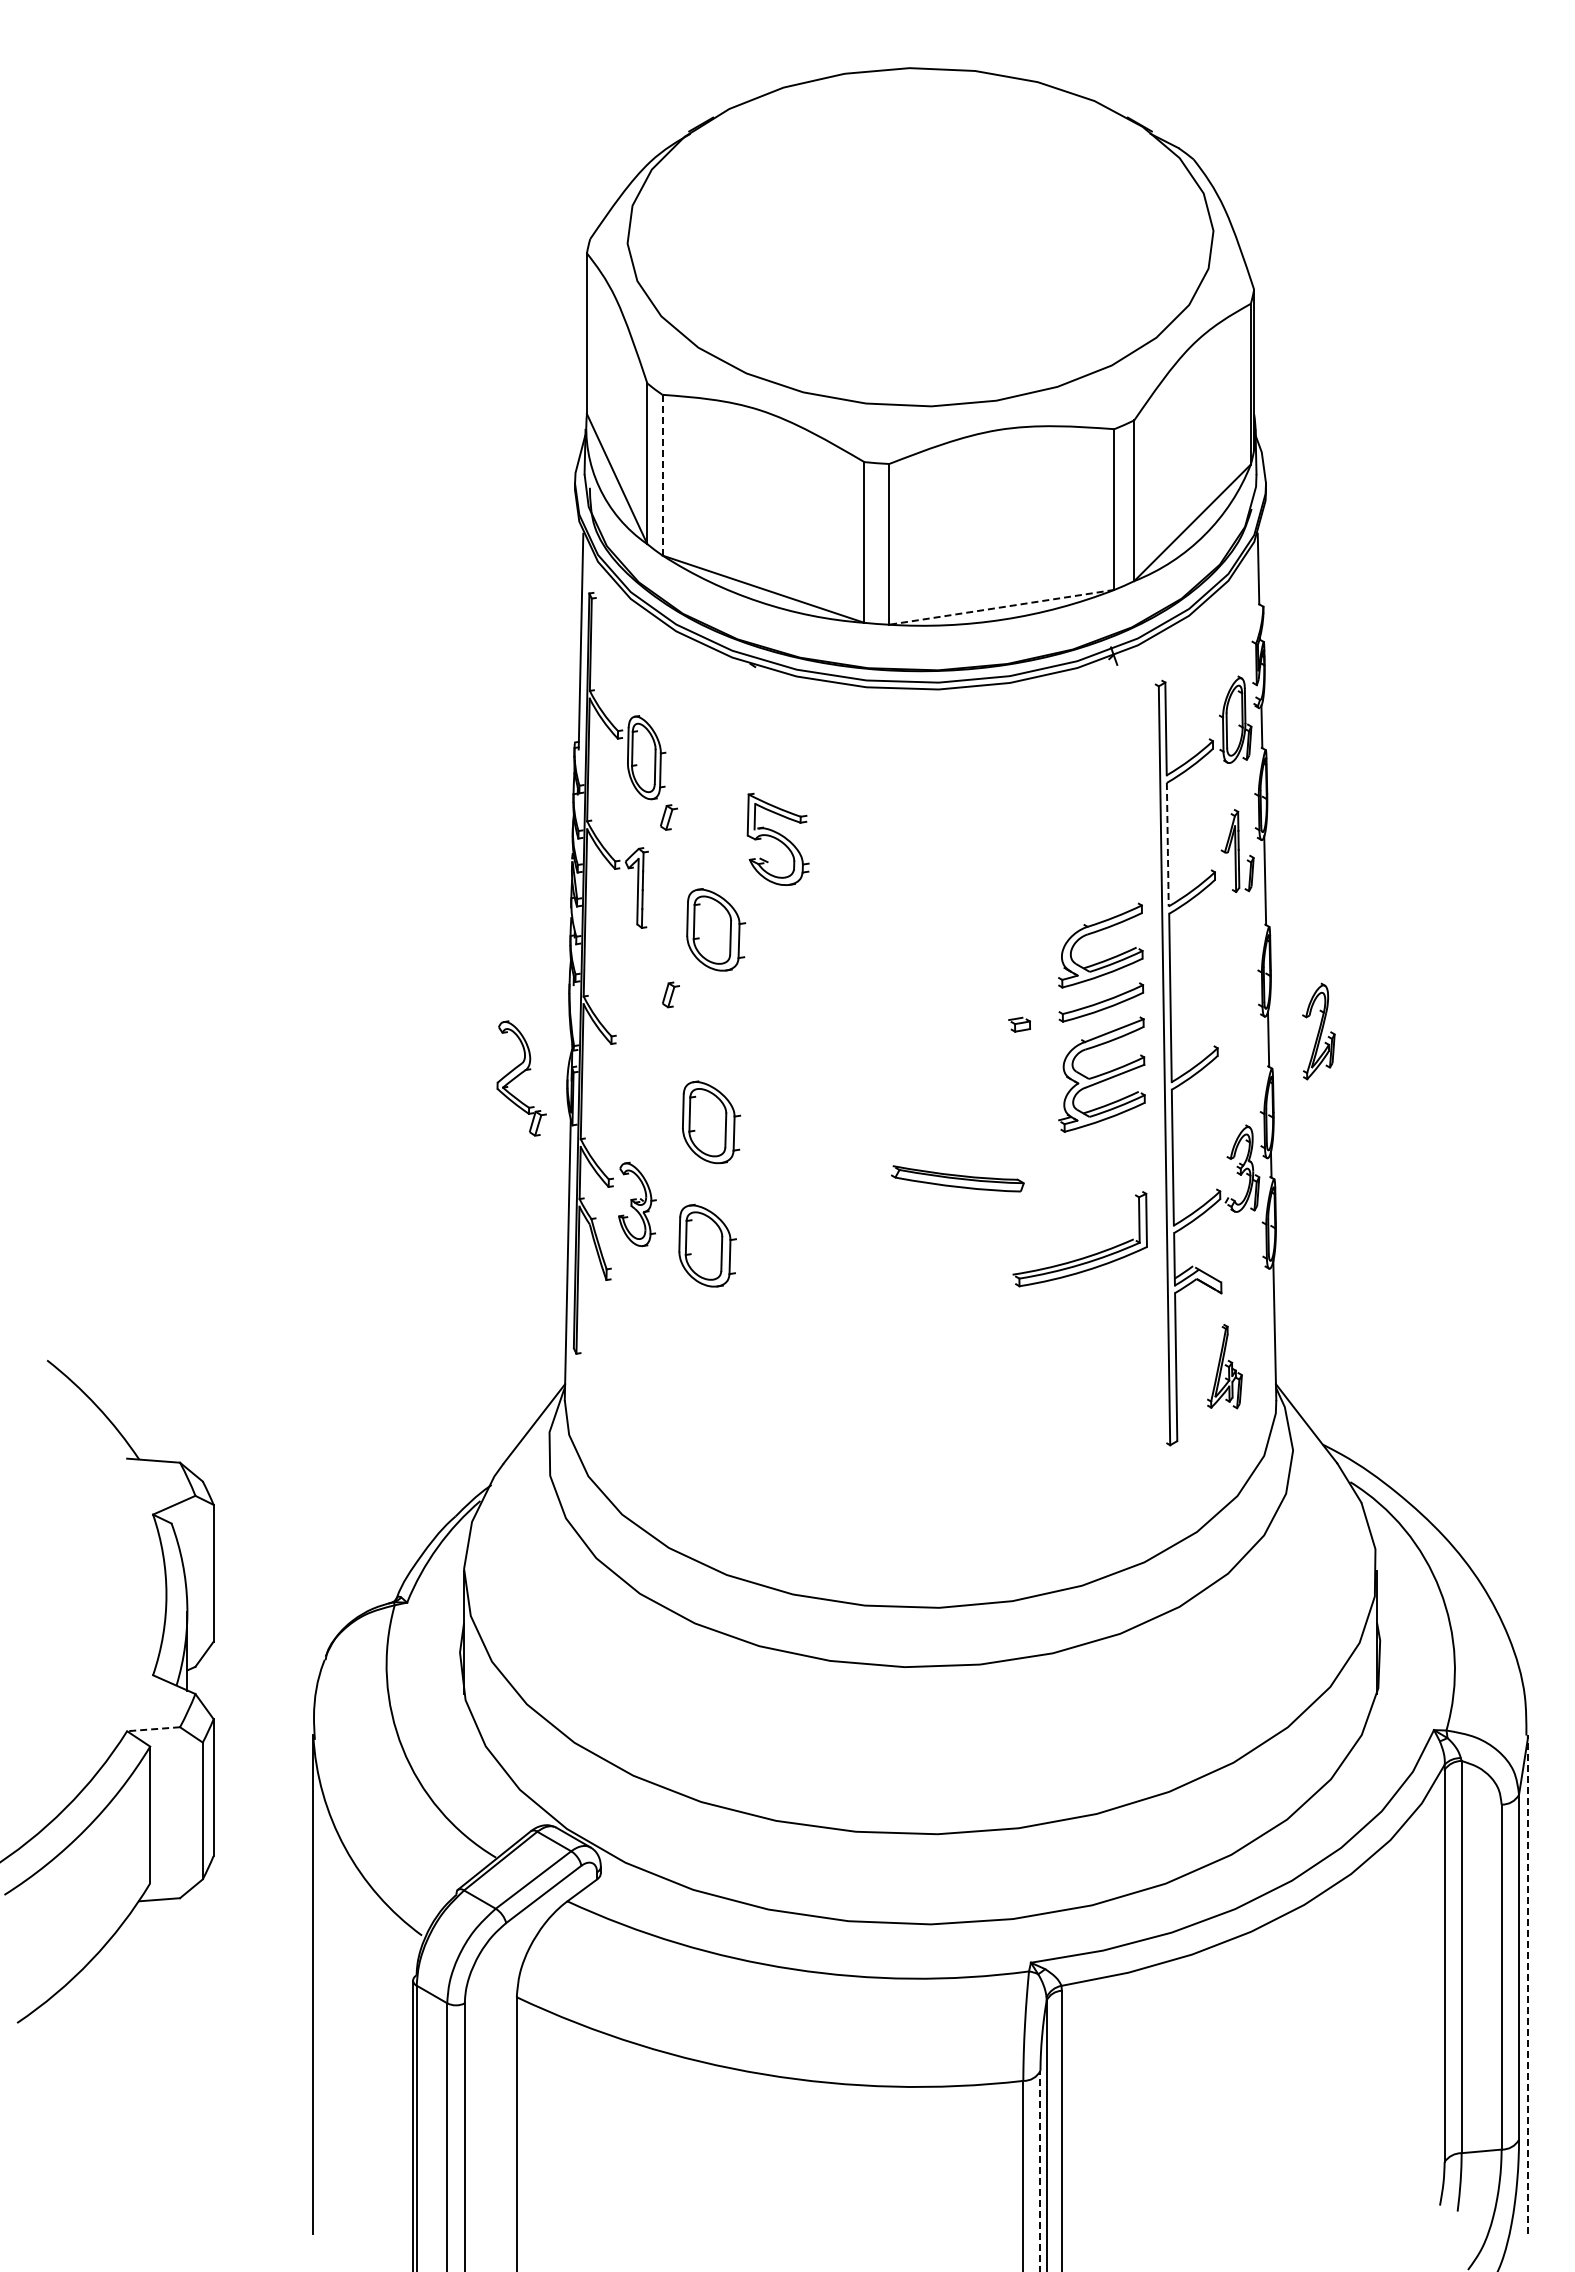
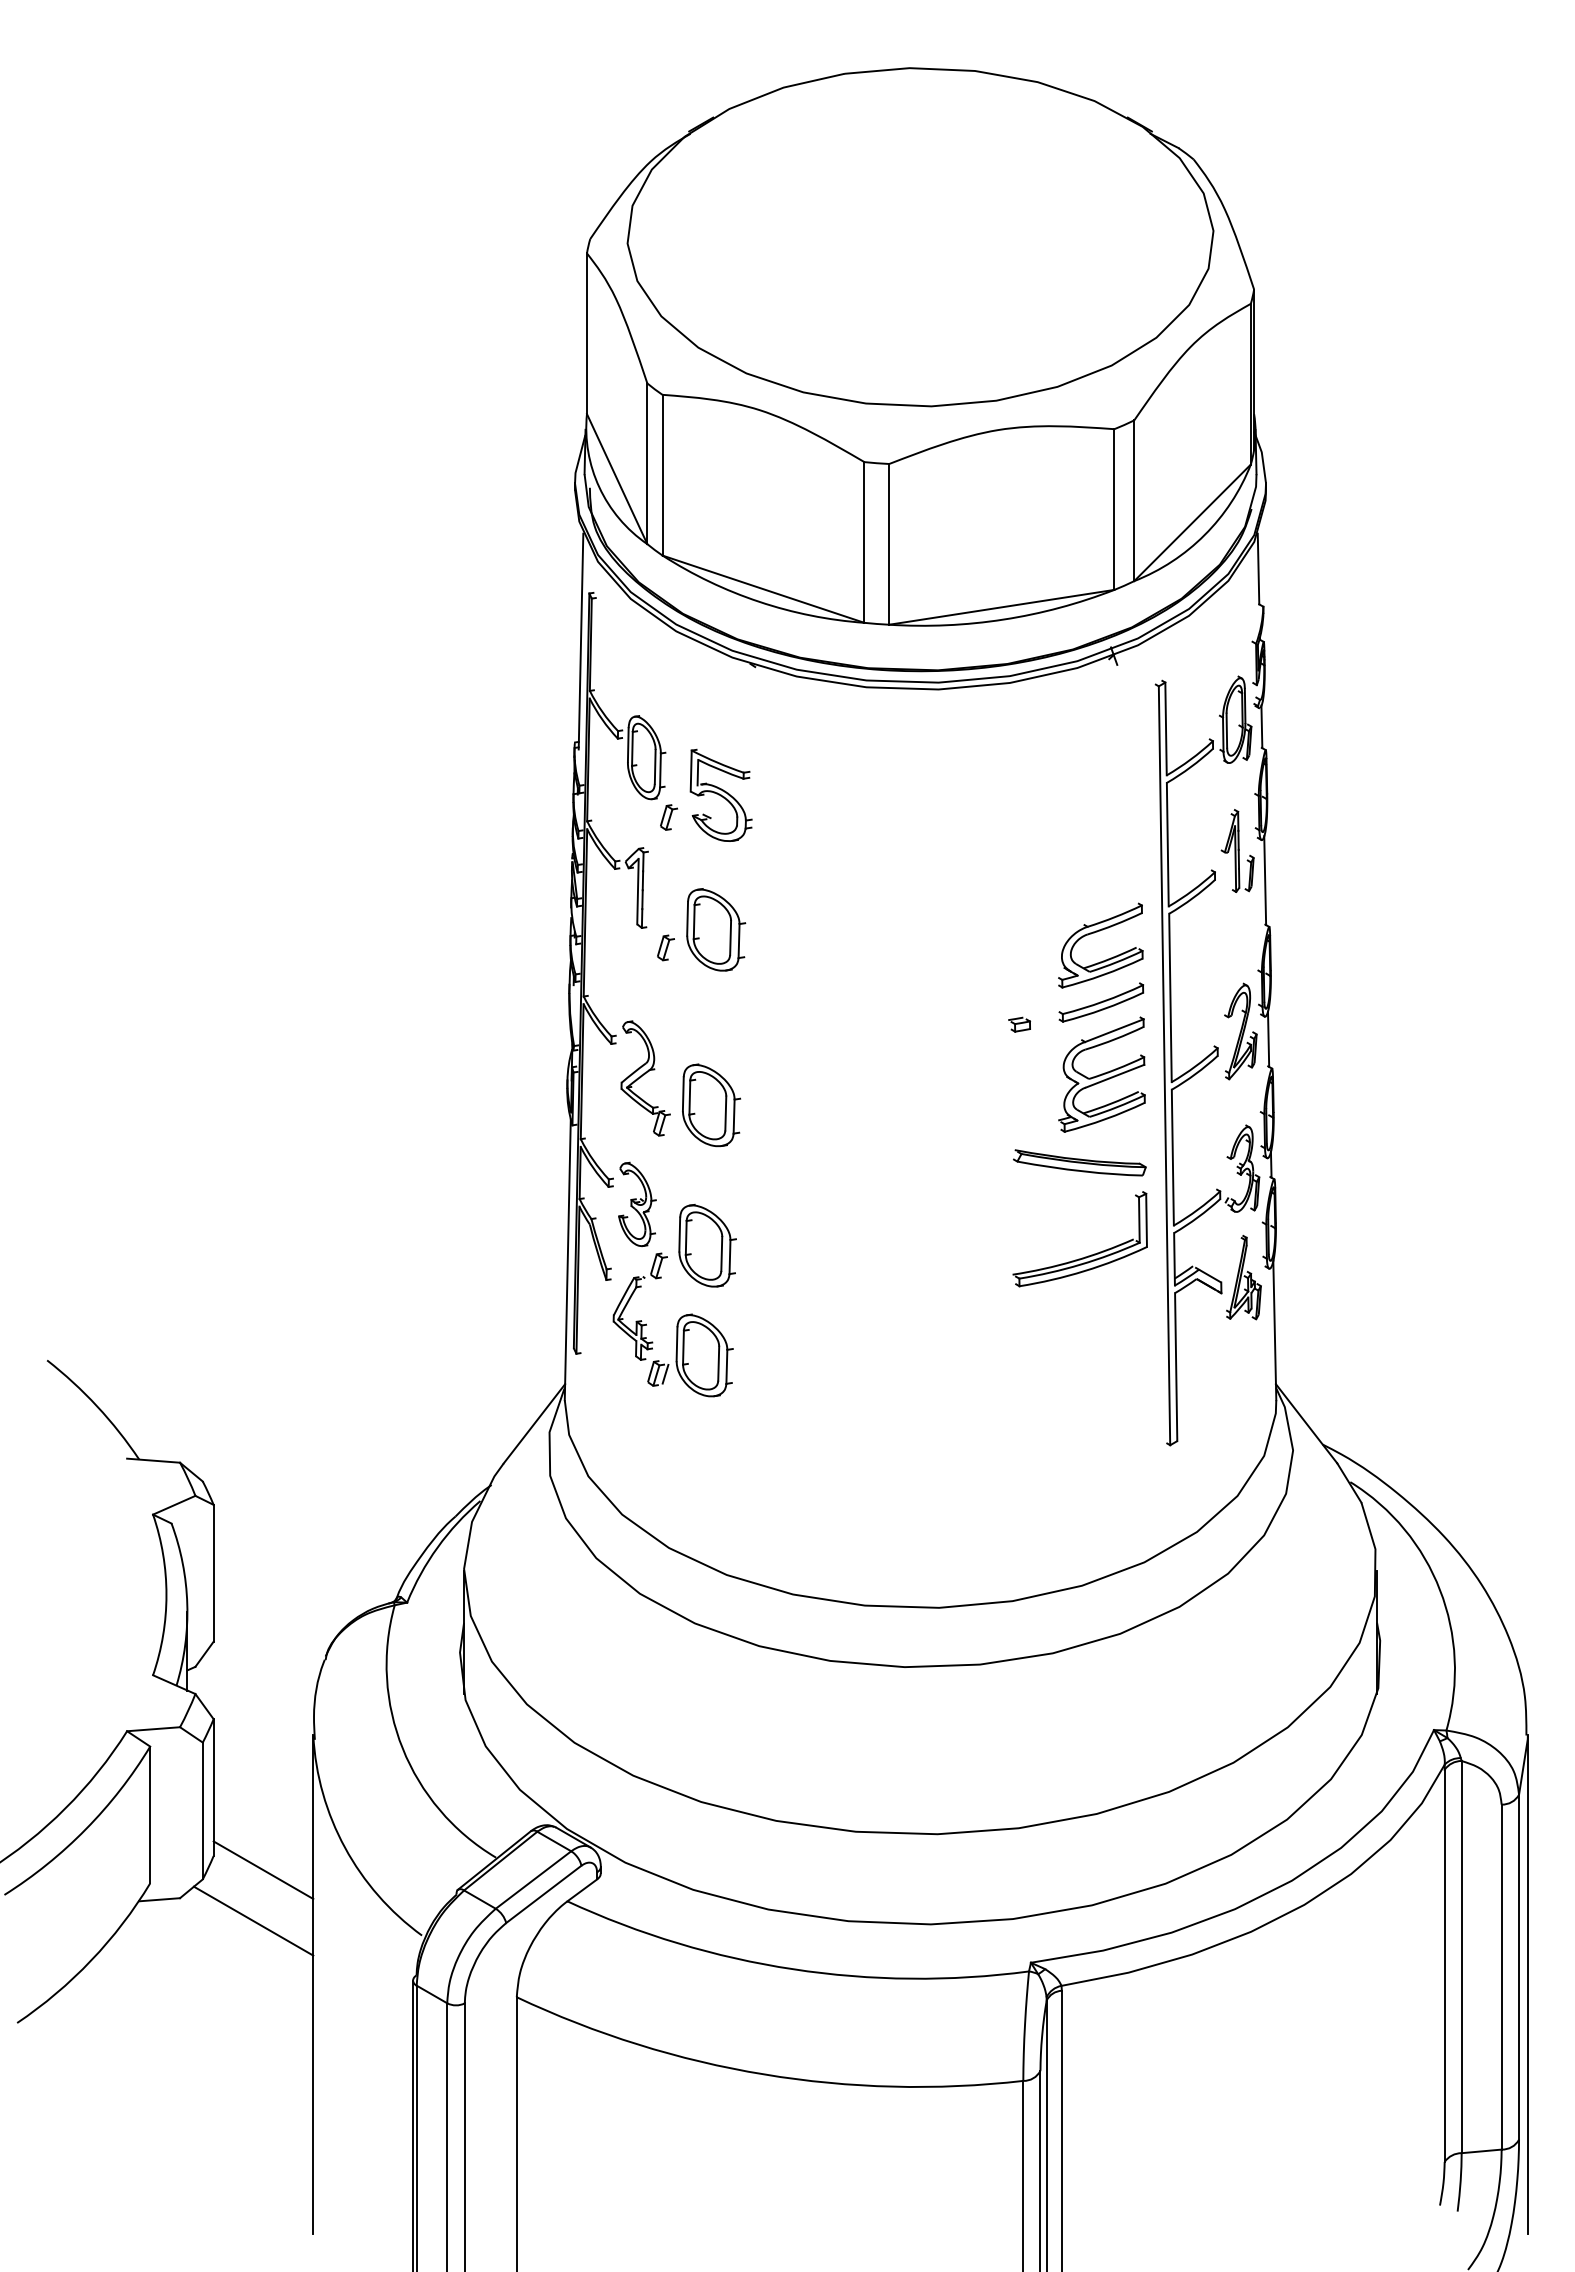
line at (662, 475): dashed -> solid
line at (1001, 607): dashed -> solid
part at (777, 838) position: (777, 838) -> (720, 794)
line at (1167, 844): dashed -> solid
part at (670, 994) position: (670, 994) -> (665, 947)
part at (1318, 1031) position: (1318, 1031) -> (1240, 1031)
part at (521, 1078) position: (521, 1078) -> (645, 1078)
part at (711, 1122) position: (711, 1122) -> (711, 1105)
part at (957, 1178) position: (957, 1178) -> (1079, 1162)
part at (672, 1324): none -> present
part at (1224, 1366) position: (1224, 1366) -> (1243, 1277)
line at (153, 1729): dashed -> solid
line at (263, 1869): none -> present
line at (253, 1920): none -> present
line at (1527, 1984): dashed -> solid
line at (1040, 2170): dashed -> solid
